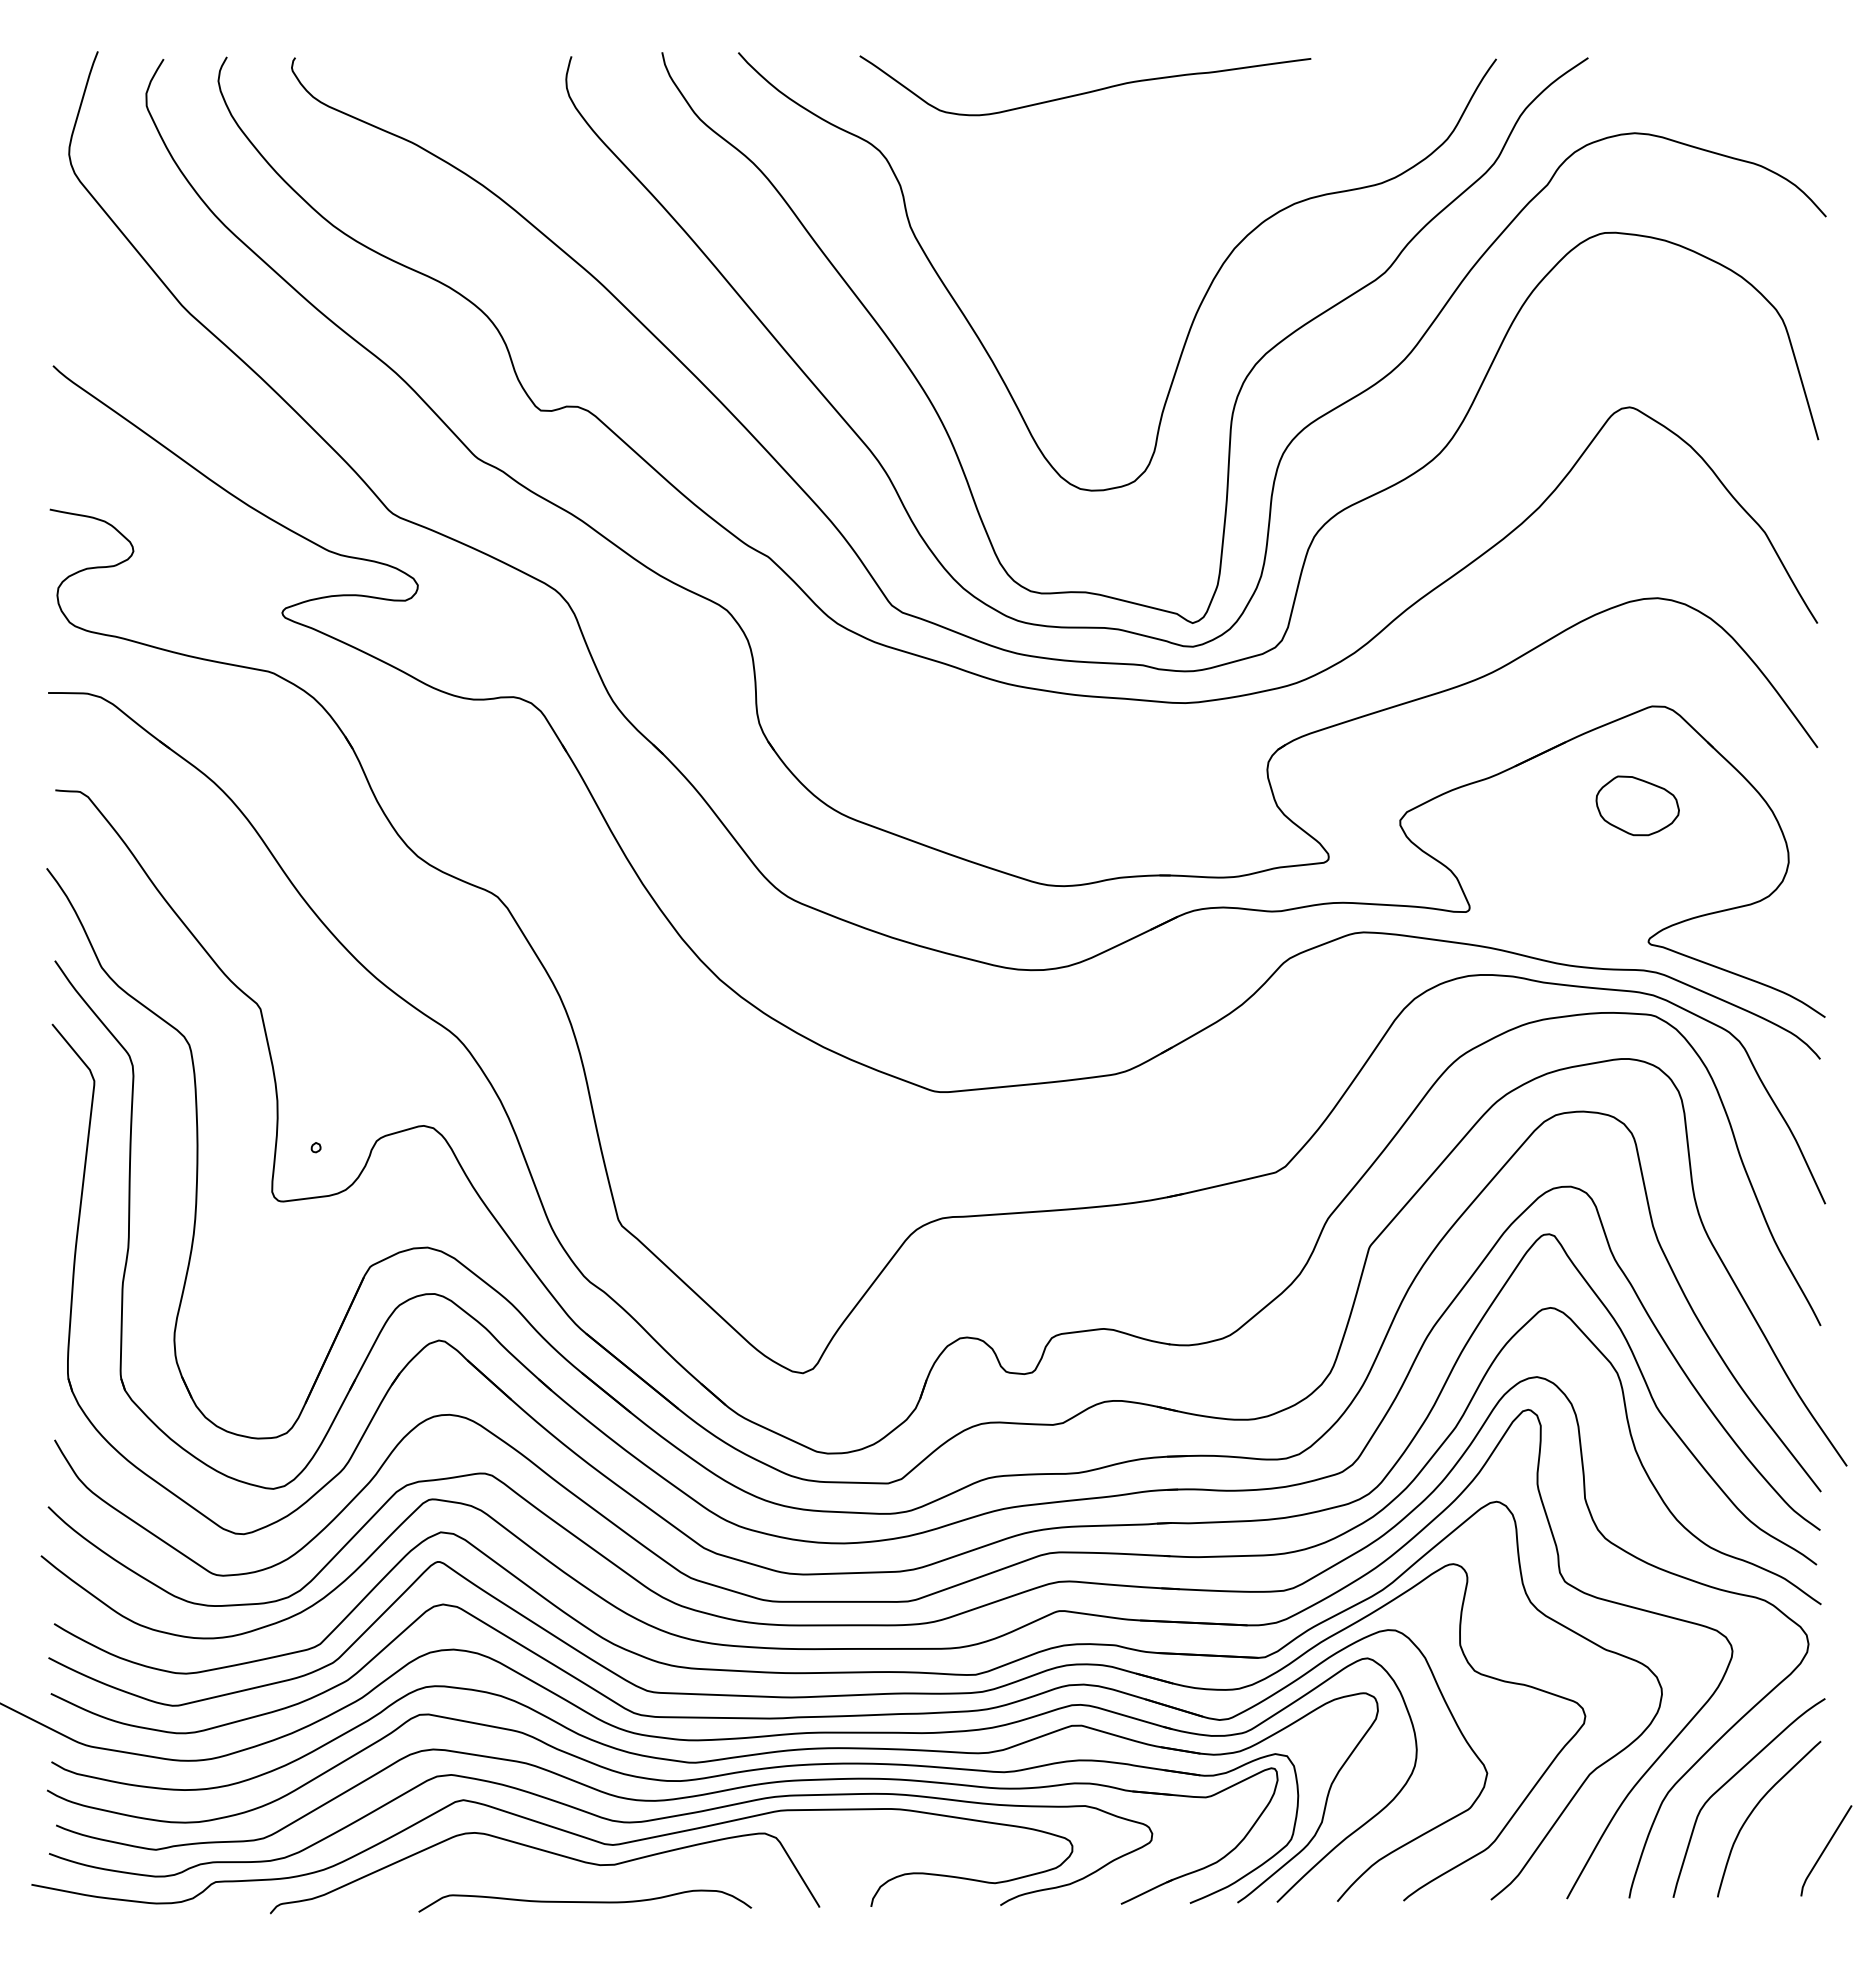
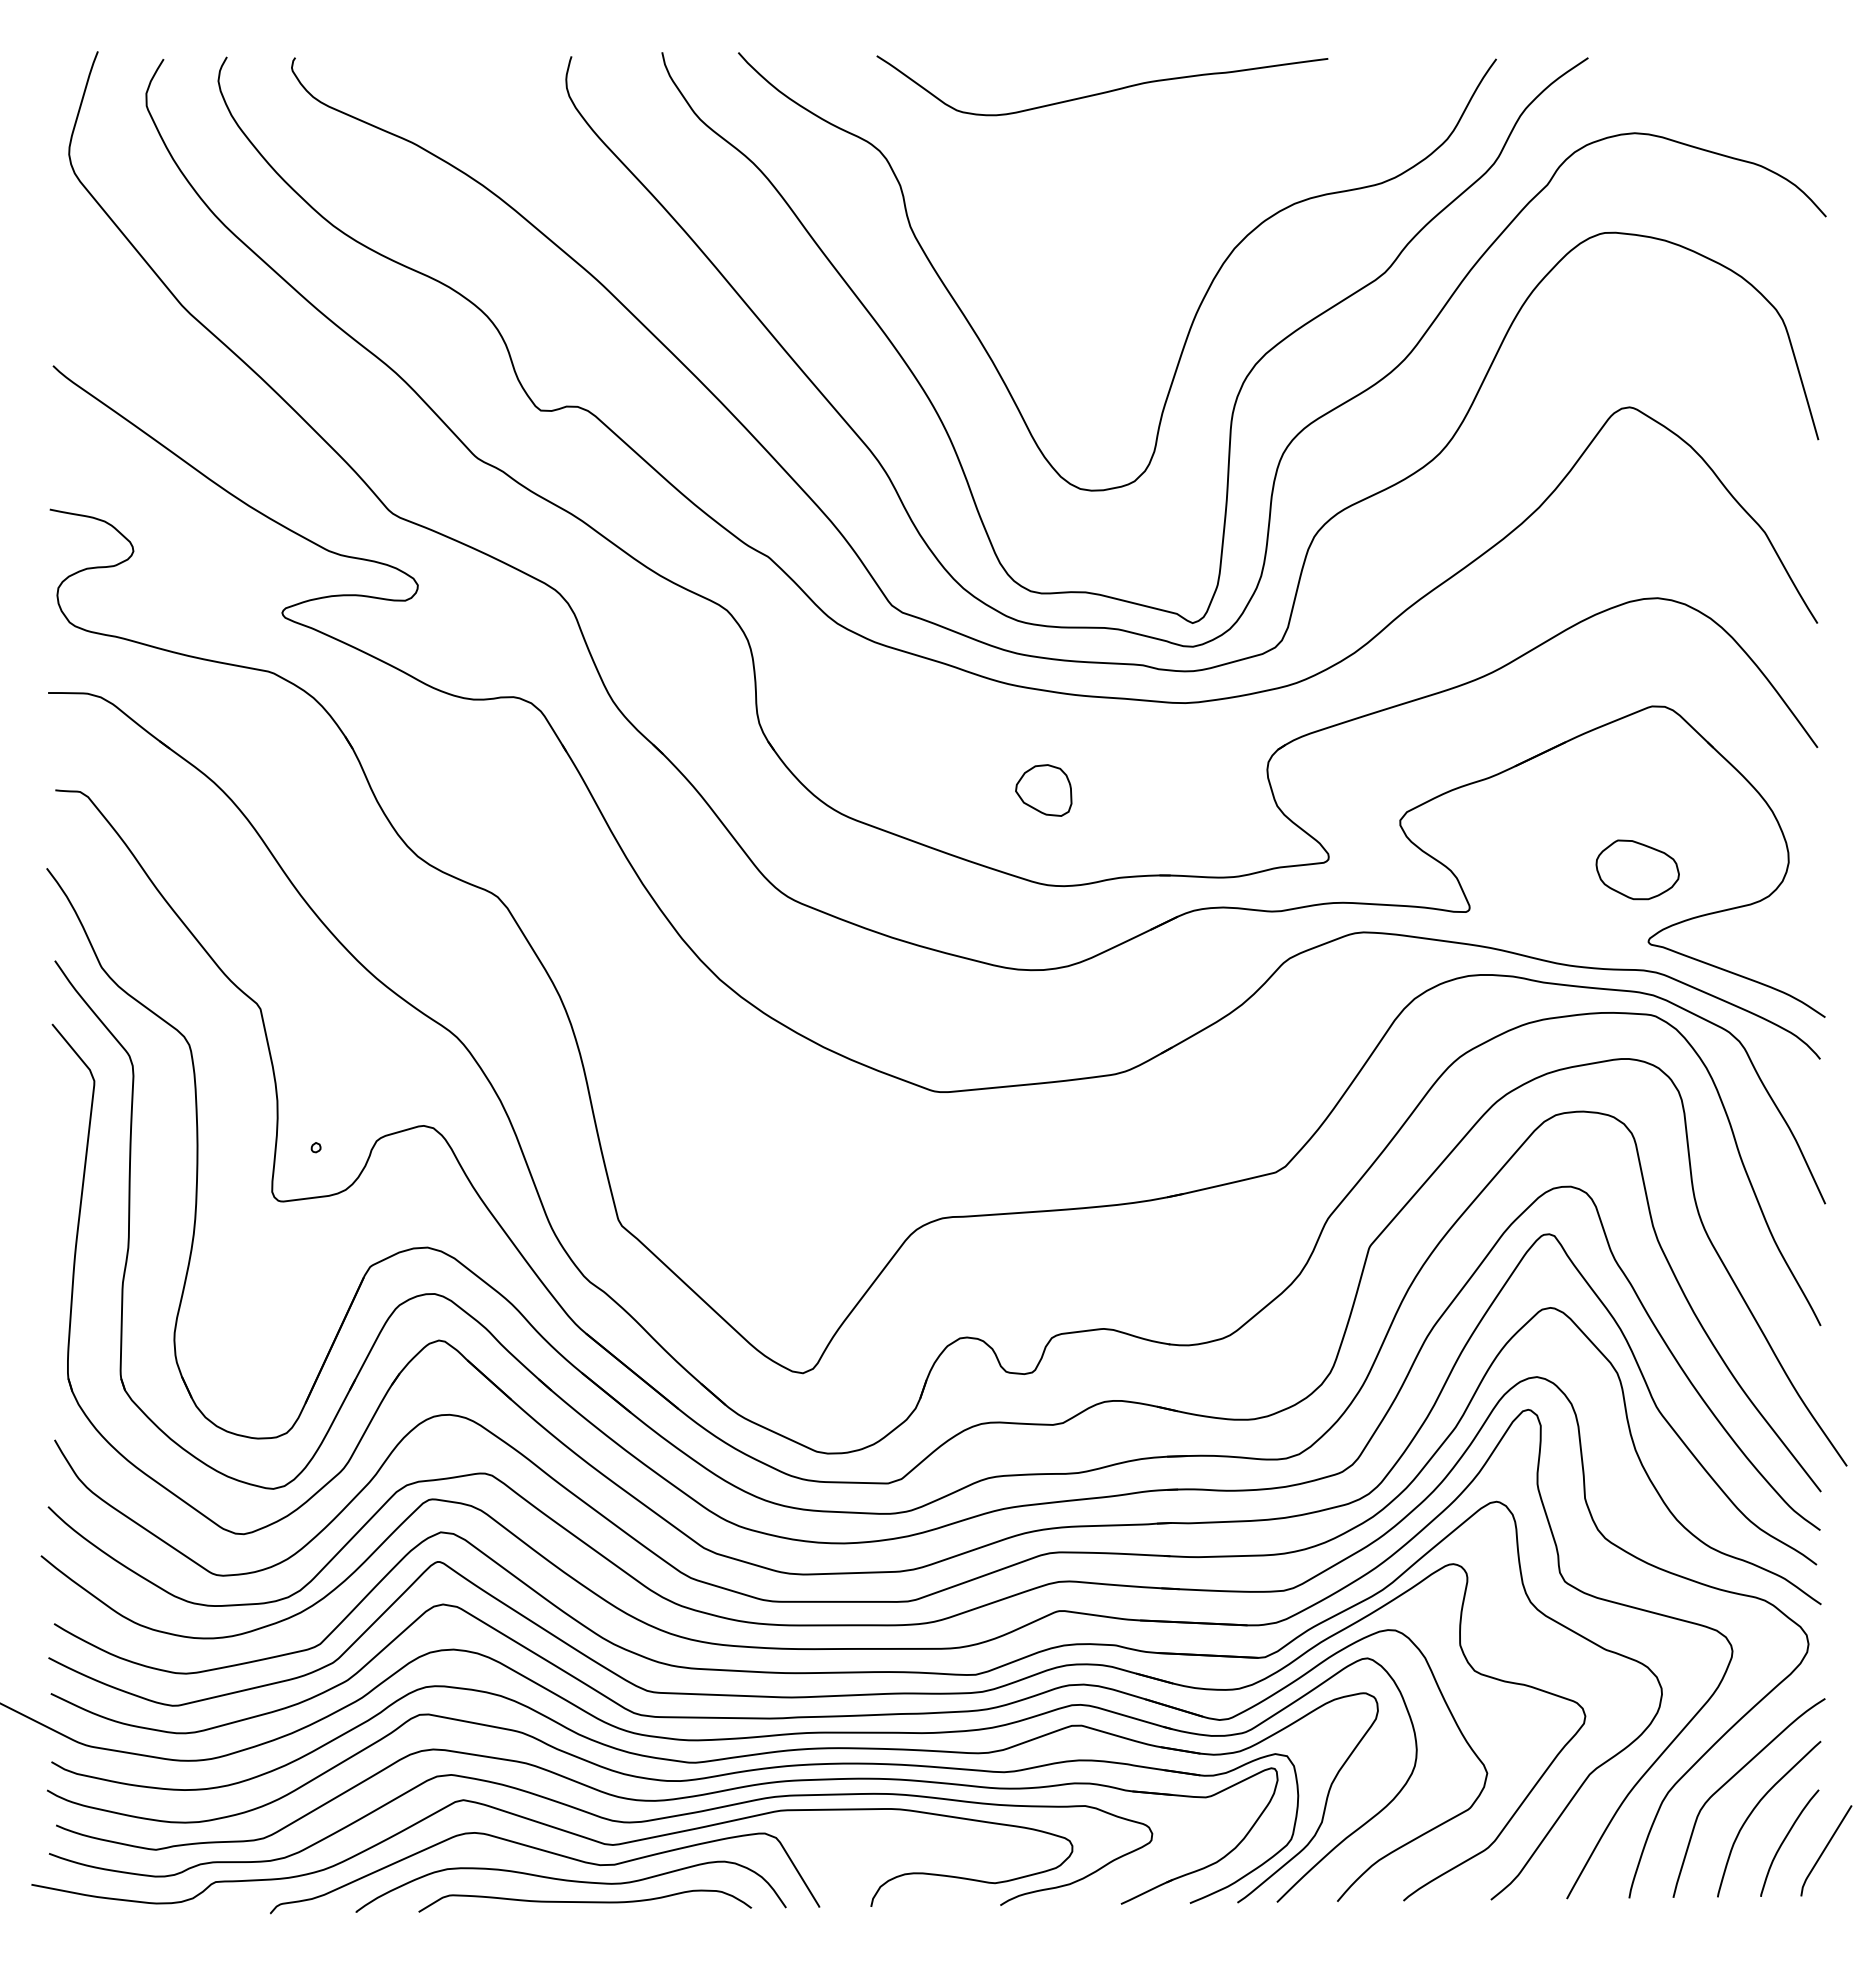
curve at (1087, 91) position: (1087, 91) -> (1104, 91)
part at (1043, 790): none -> present
part at (1637, 805) position: (1637, 805) -> (1637, 869)
curve at (1786, 1838): none -> present
curve at (570, 1881): none -> present
